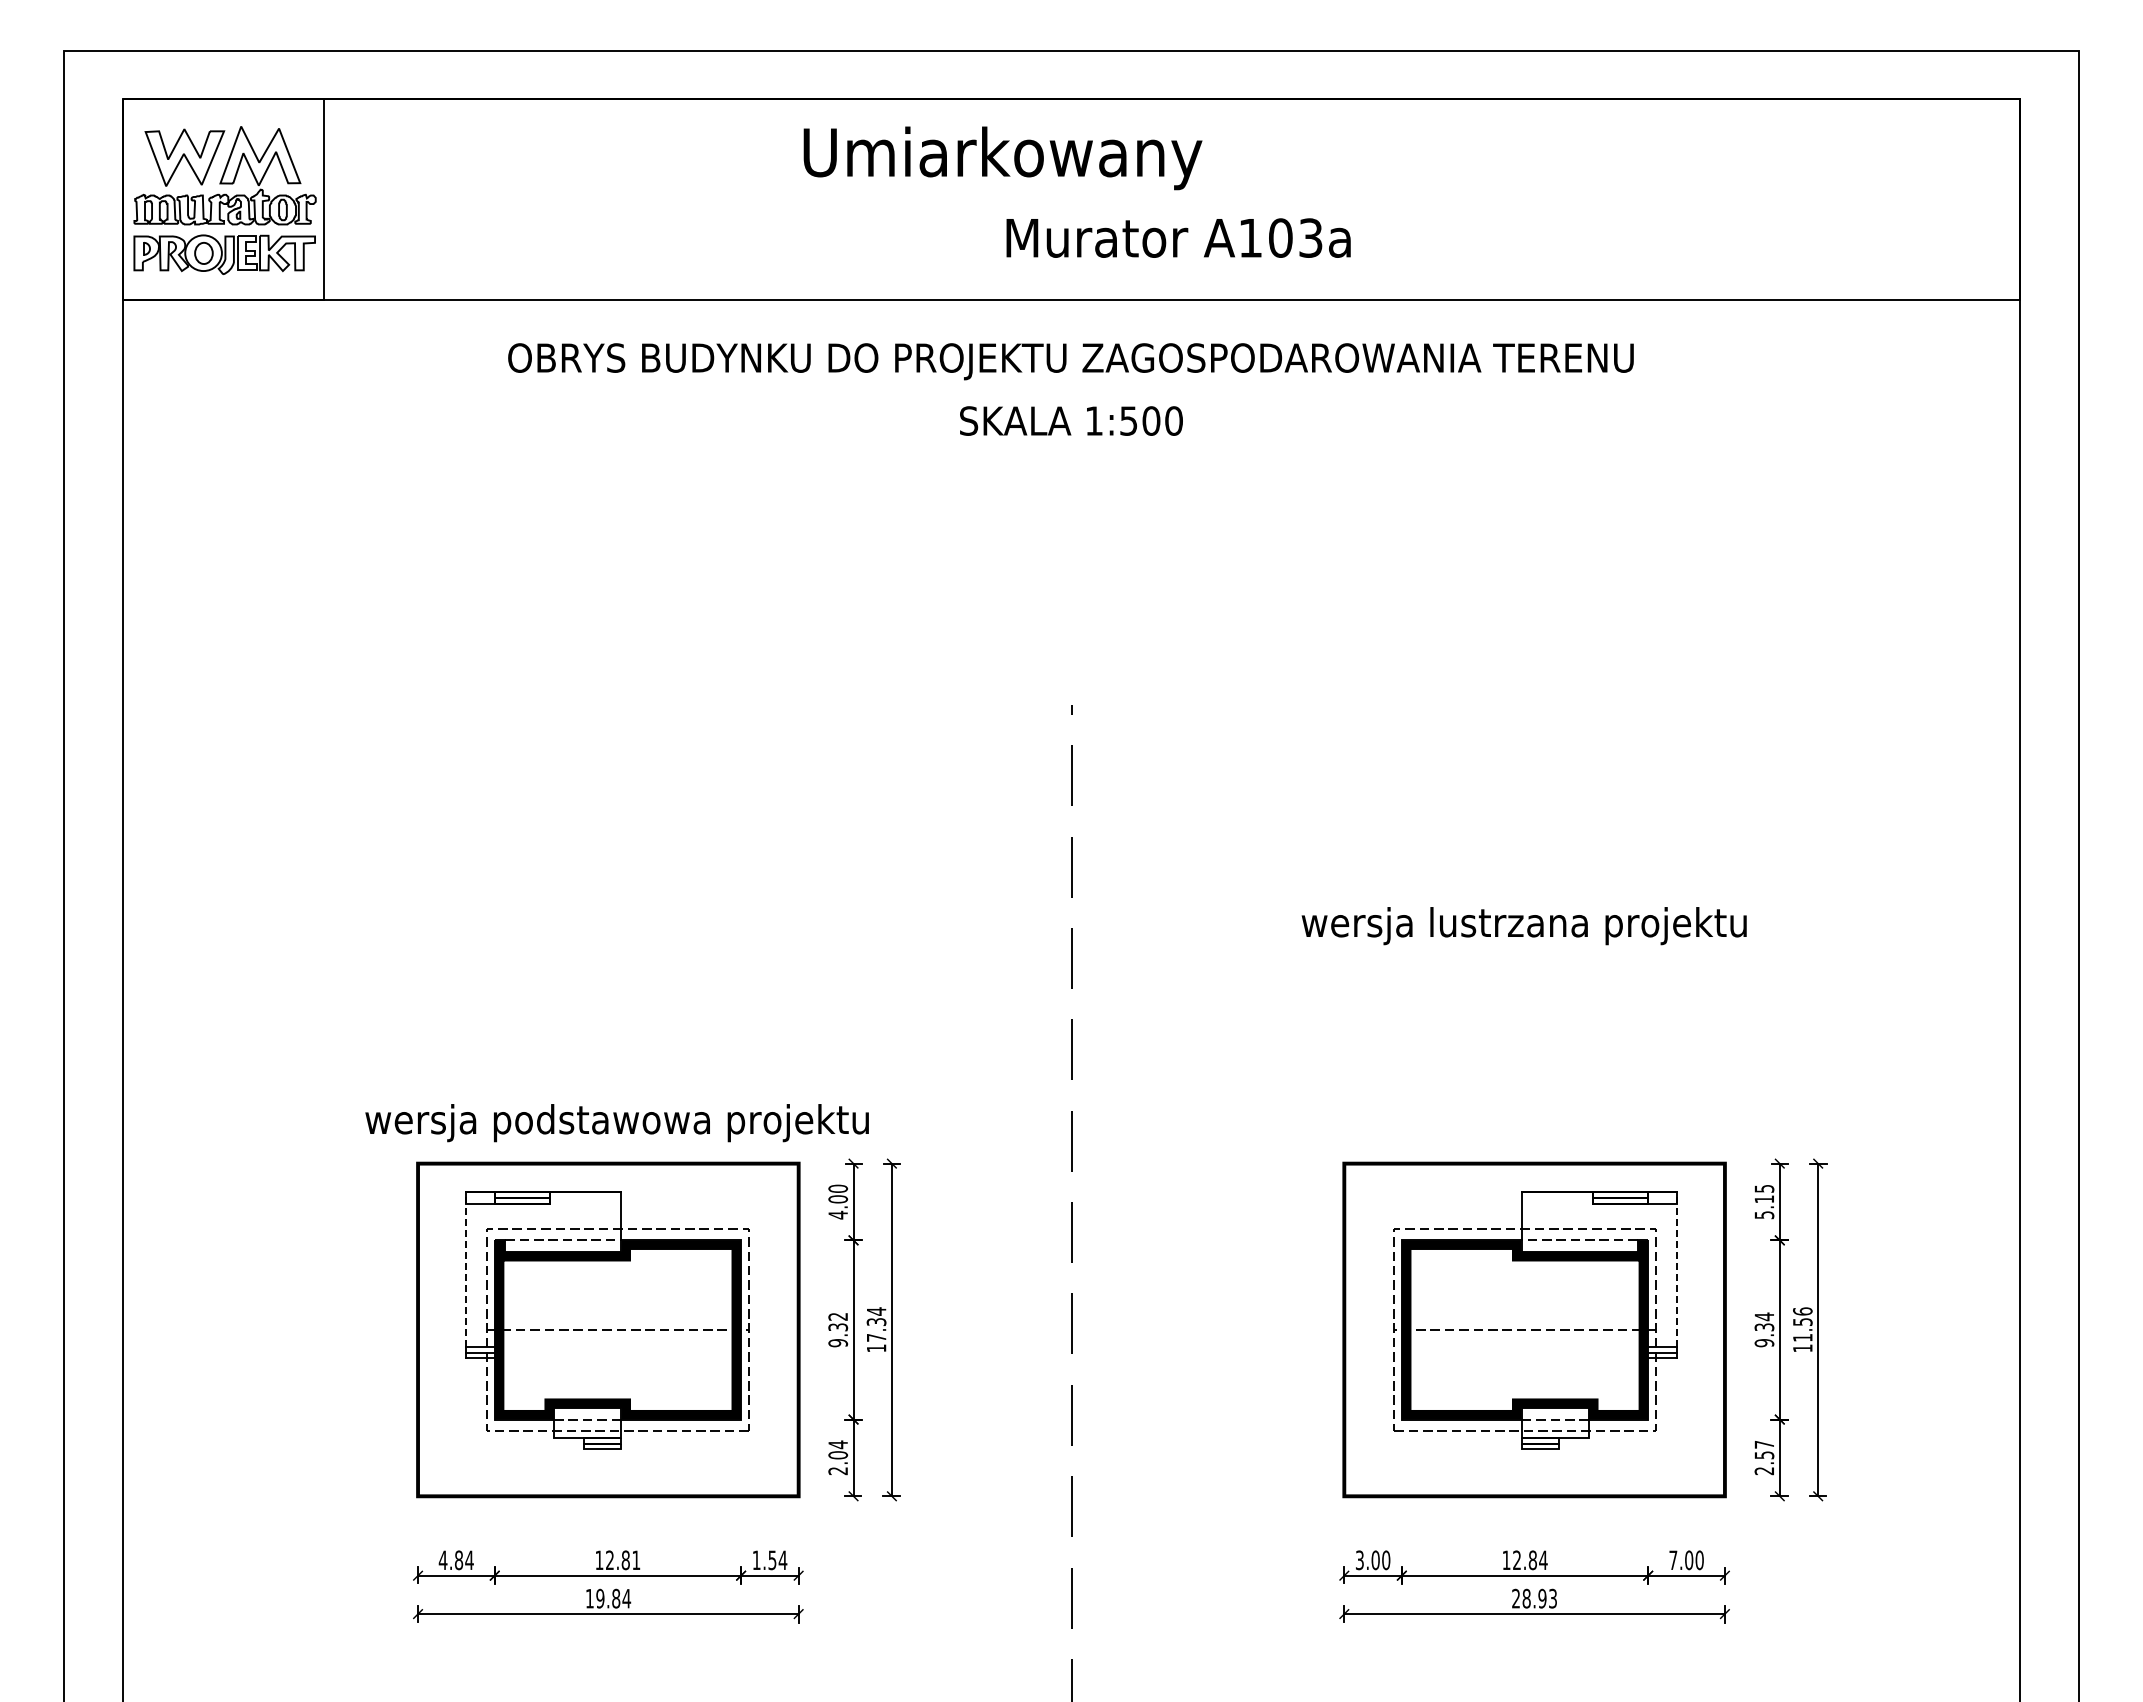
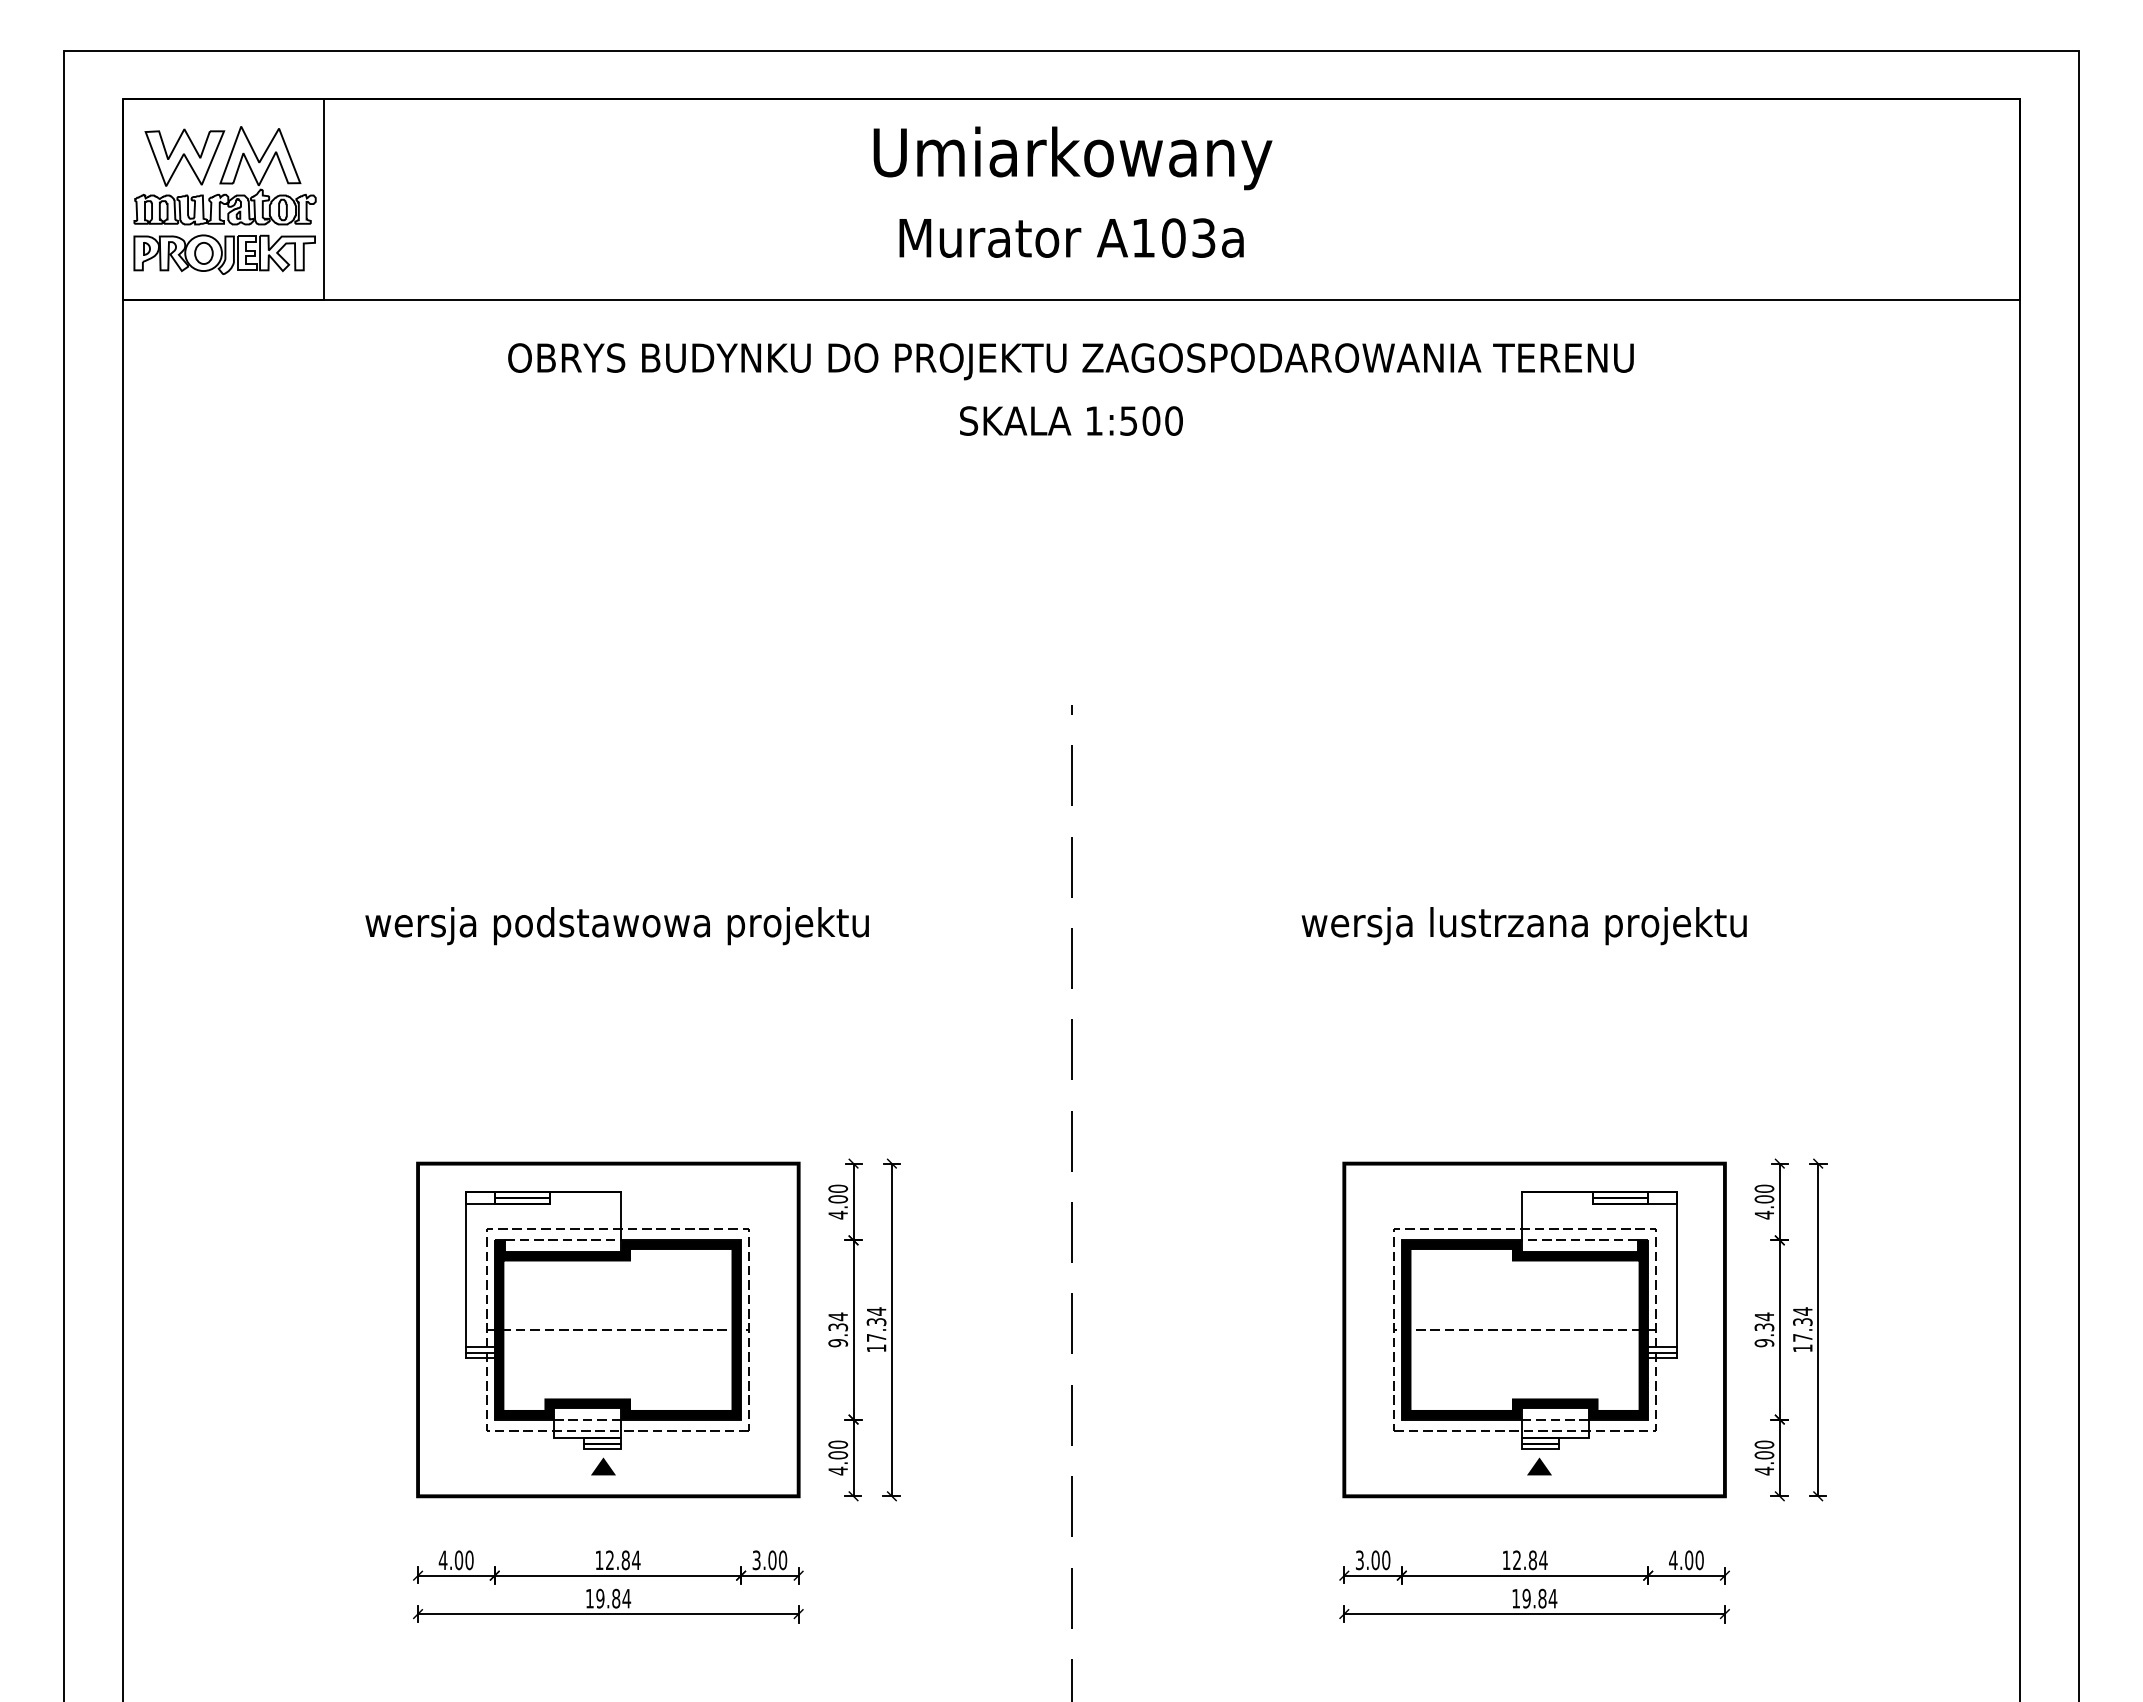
text at (1002, 158) position: (1002, 158) -> (1072, 158)
text at (1178, 237) position: (1178, 237) -> (1071, 237)
text at (616, 1123) position: (616, 1123) -> (616, 926)
text at (1764, 1201): 5.15 -> 4.00
line at (466, 1269): dashed -> solid
line at (1676, 1269): dashed -> solid
text at (837, 1316): 9.32 -> 9.34
text at (1802, 1324): 11.56 -> 17.34
text at (838, 1457): 2.04 -> 4.00
text at (1764, 1457): 2.57 -> 4.00
fill at (603, 1466): none -> present
fill at (1539, 1466): none -> present
text at (636, 1559): 12.81 -> 12.84
text at (1673, 1559): 7.00 -> 4.00
text at (463, 1560): 4.84 -> 4.00
text at (769, 1560): 1.54 -> 3.00
text at (1534, 1598): 28.93 -> 19.84
